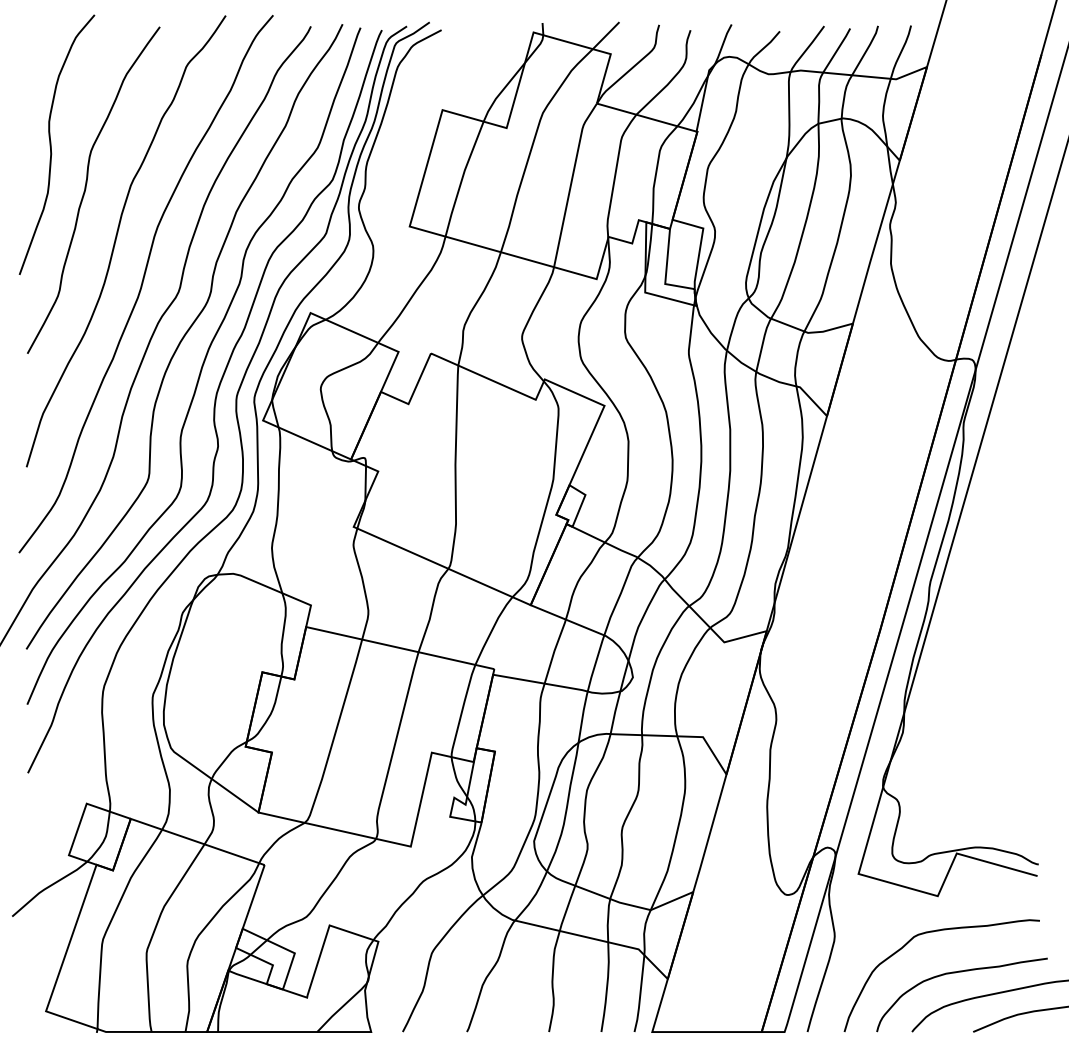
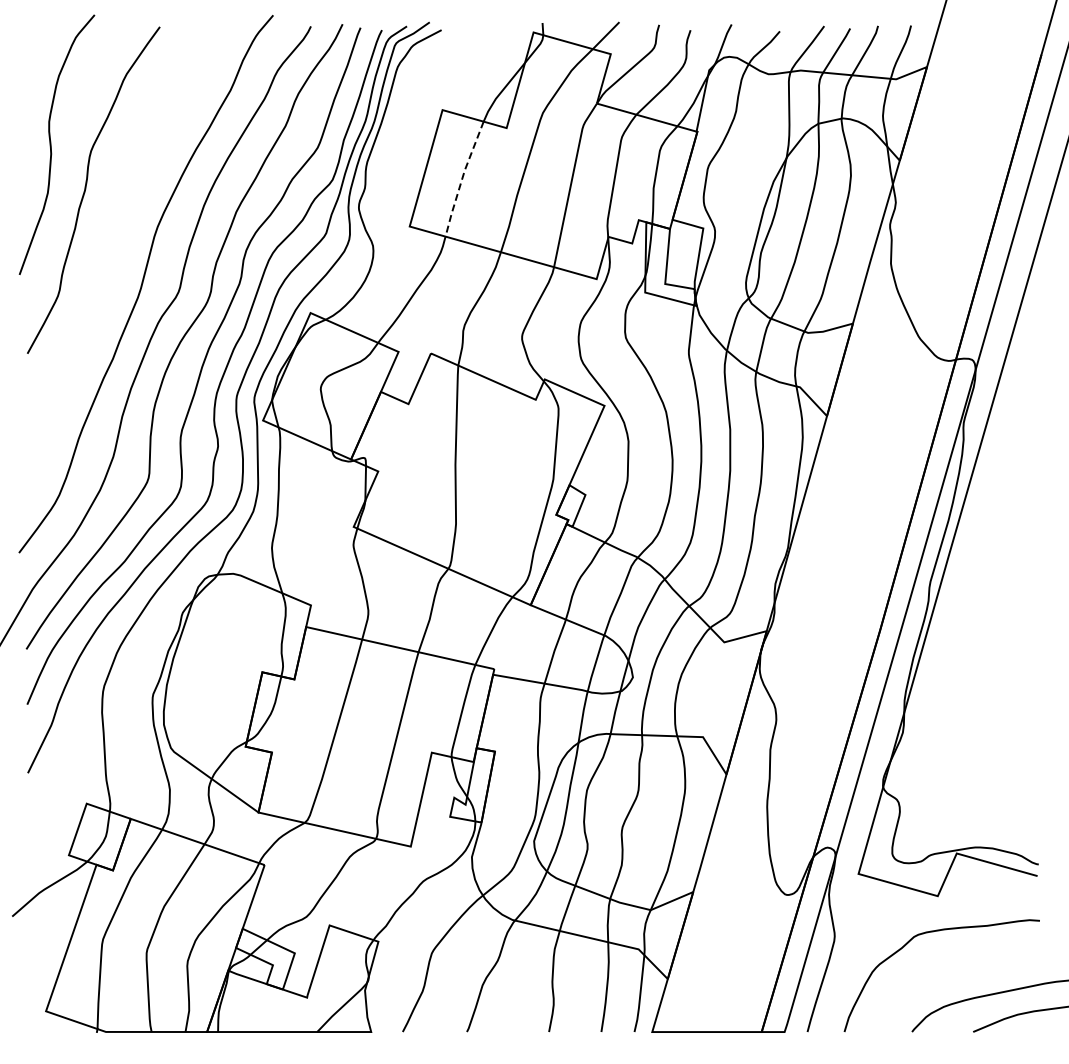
line at (462, 178): solid -> dashed
curve at (117, 237): present -> none
curve at (955, 973): present -> none
